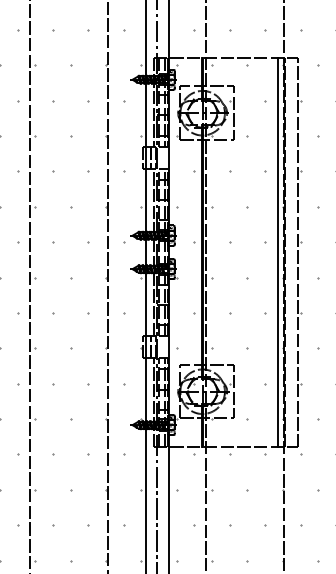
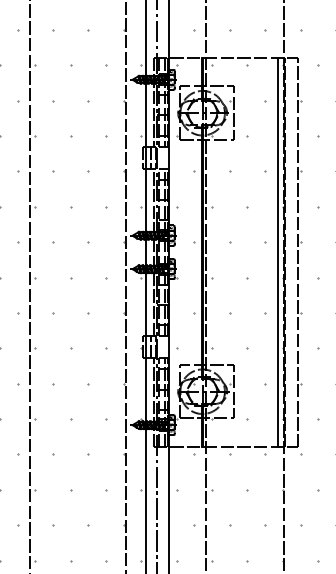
line at (108, 286) position: (108, 286) -> (126, 286)
